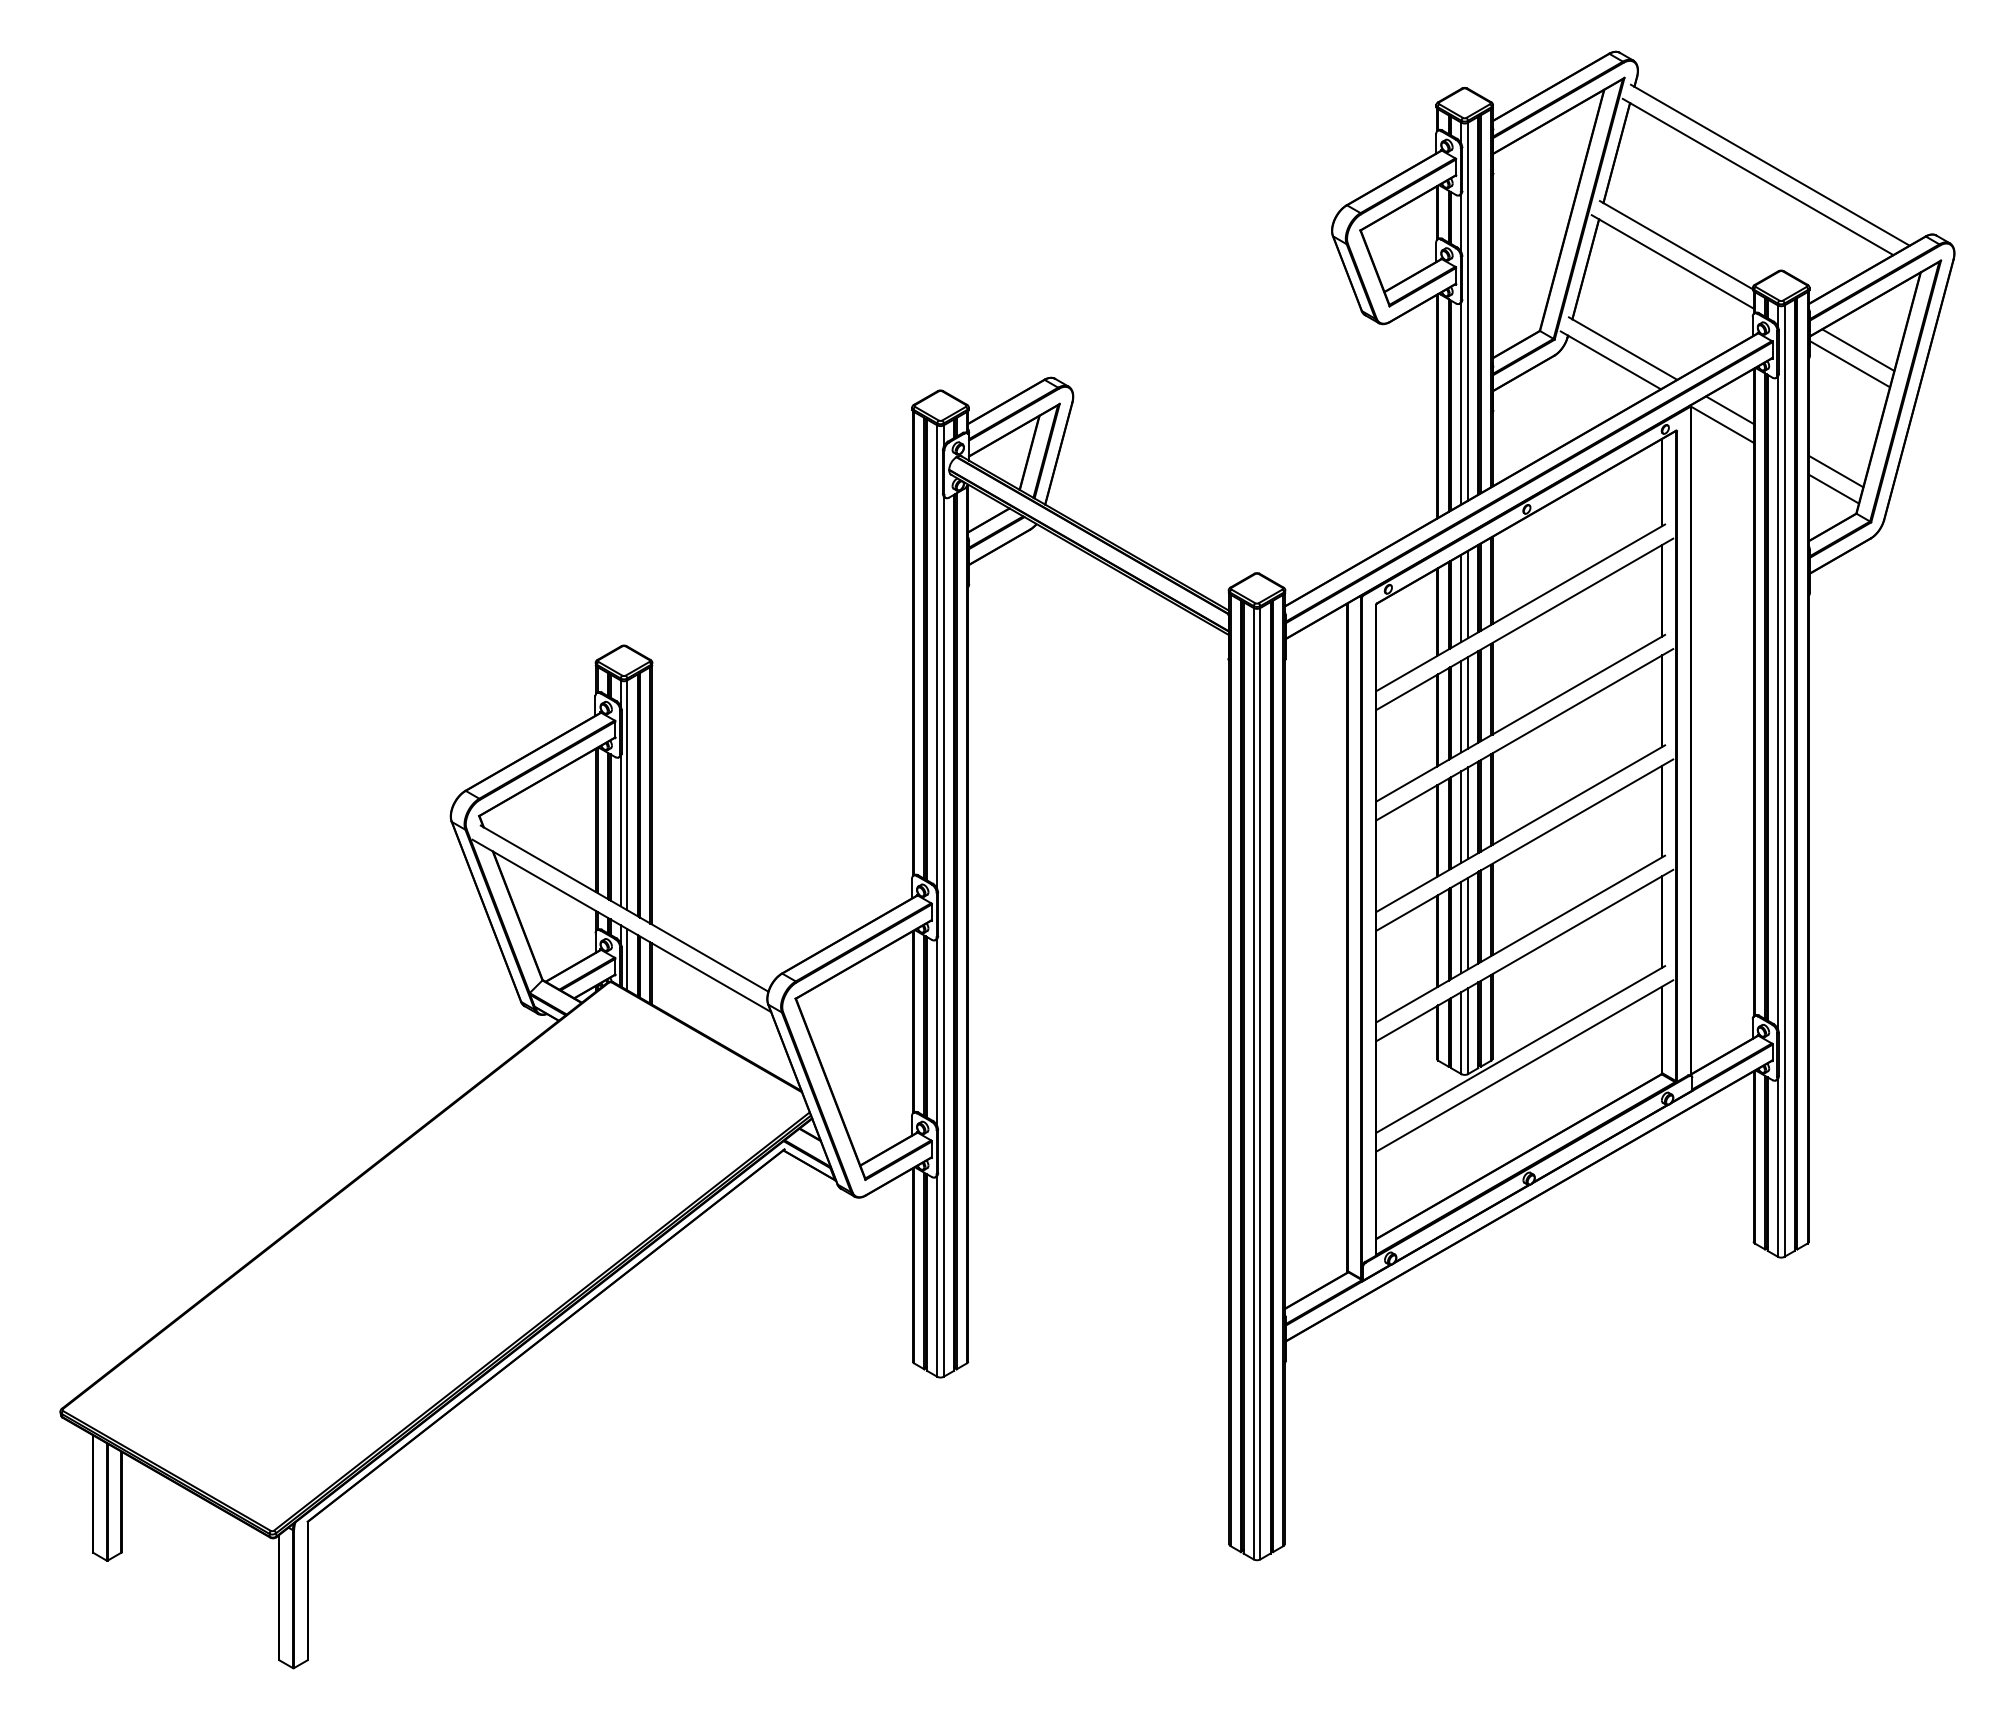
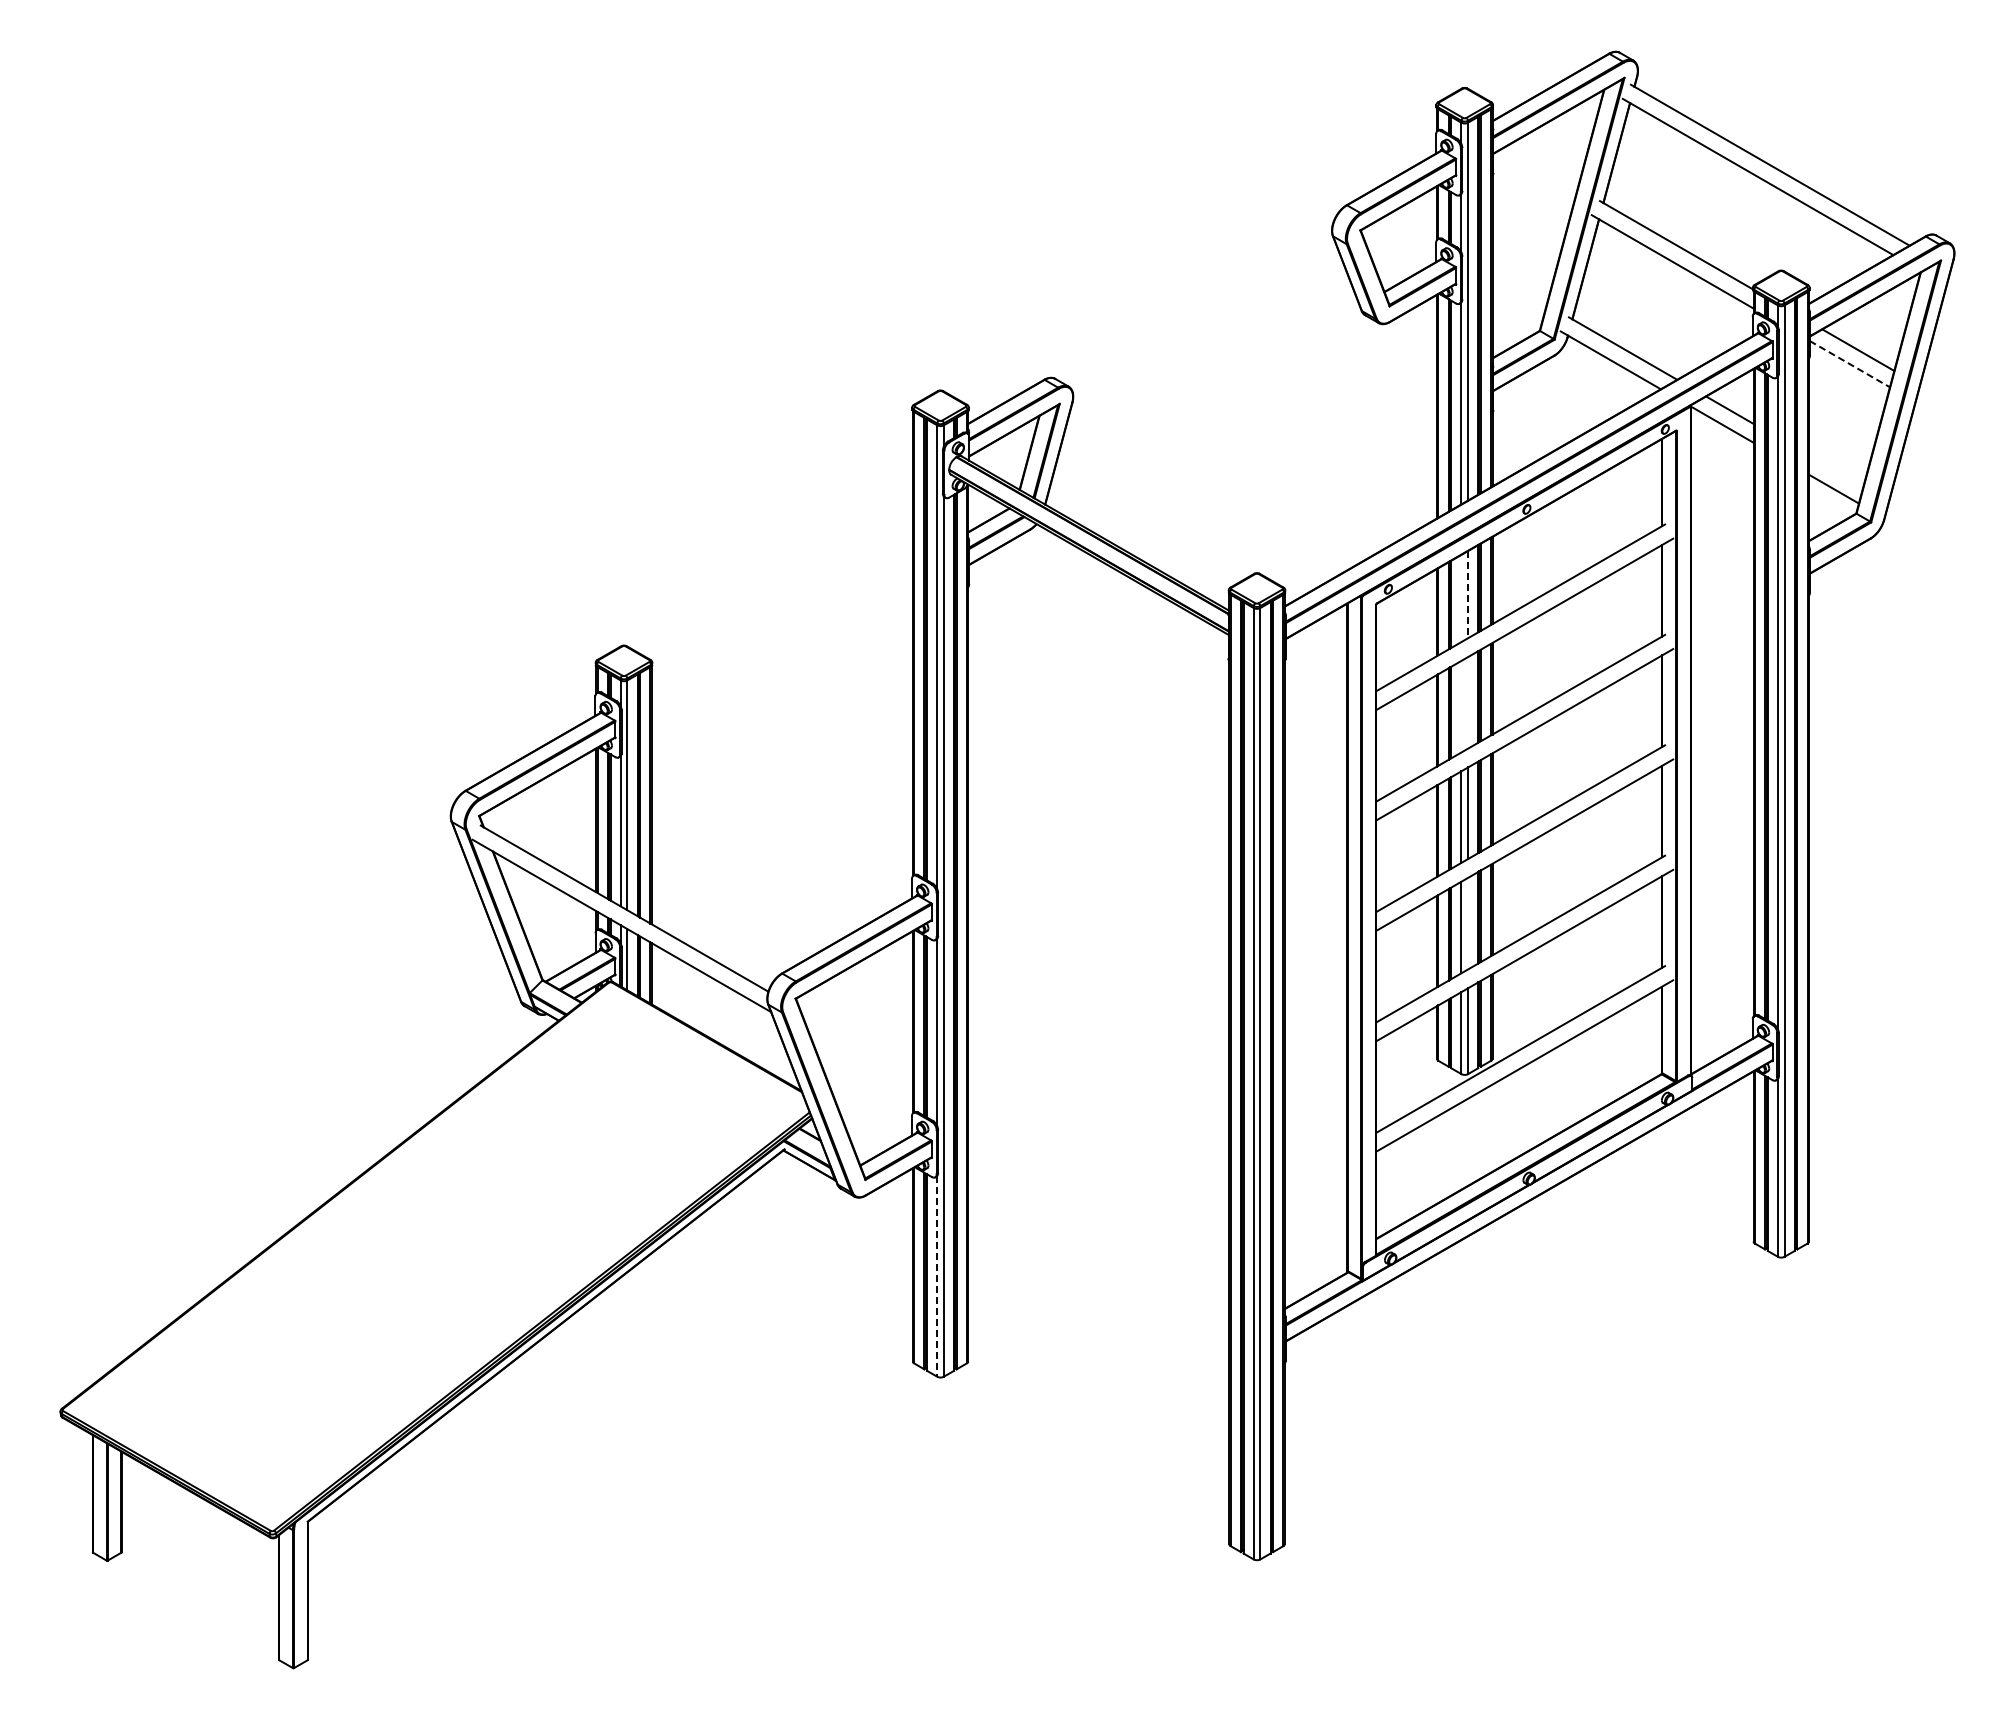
line at (1850, 364): solid -> dashed
line at (1835, 471): present -> none
line at (1468, 594): solid -> dashed
line at (1461, 598): present -> none
line at (1468, 702): present -> none
line at (1461, 706): present -> none
line at (1468, 923): present -> none
line at (937, 1276): solid -> dashed
